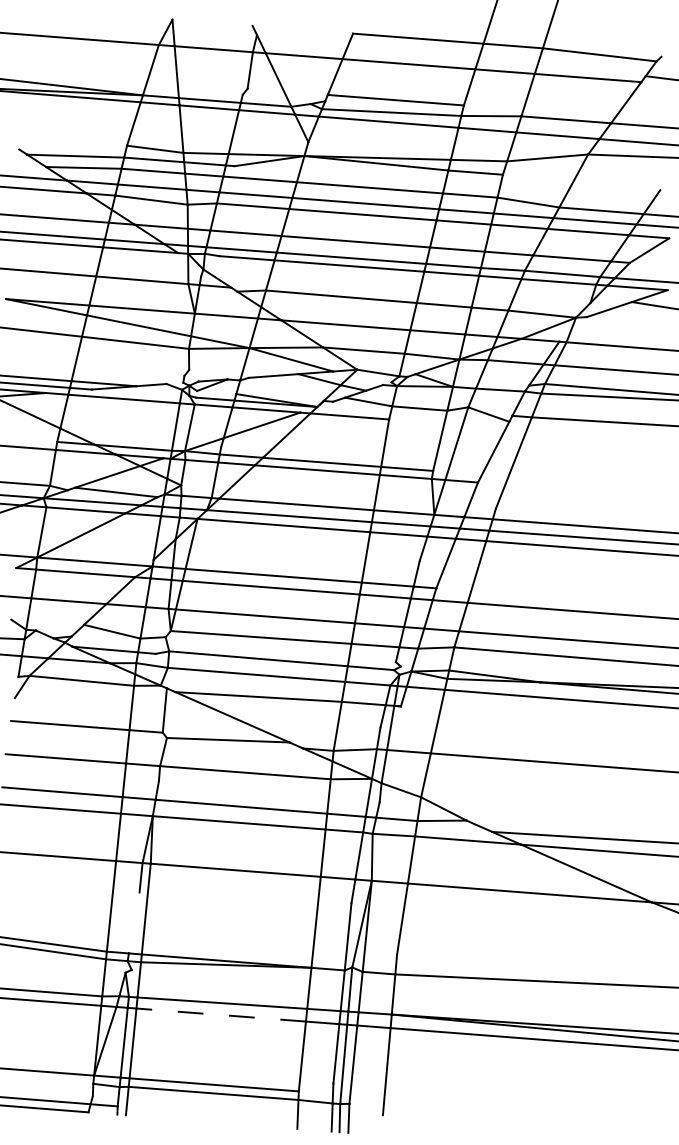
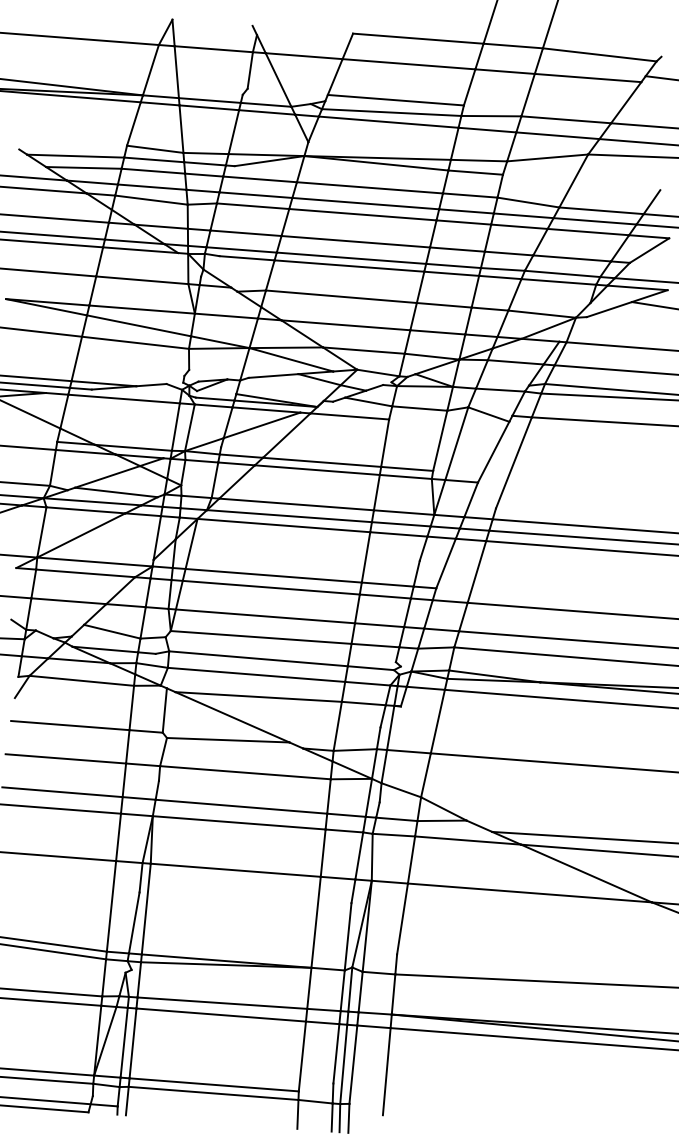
line at (133, 922): none -> present
line at (221, 1015): dashed -> solid
line at (47, 1080): none -> present
